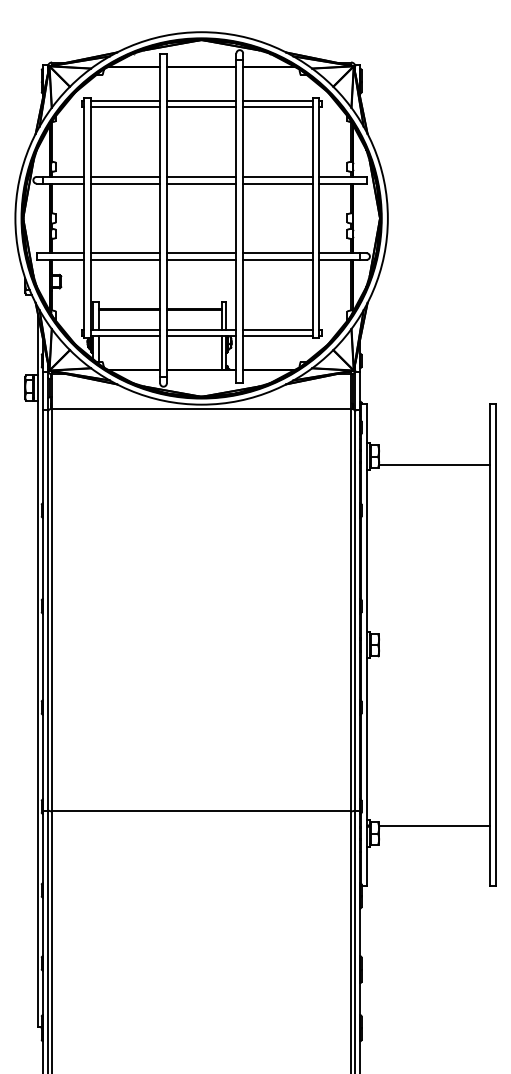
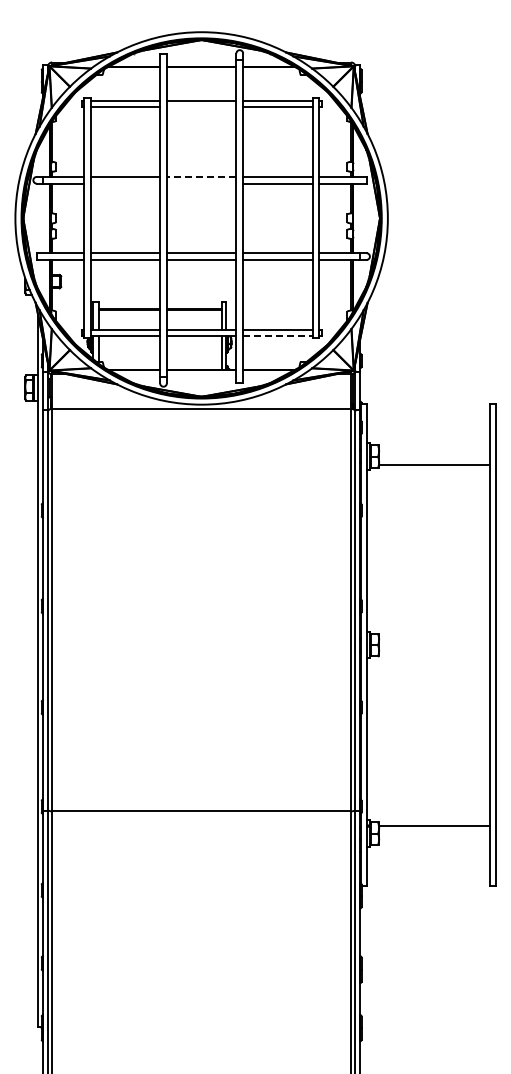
line at (201, 107): present -> none
line at (201, 176): solid -> dashed
line at (125, 183): present -> none
line at (201, 183): present -> none
line at (277, 336): solid -> dashed
